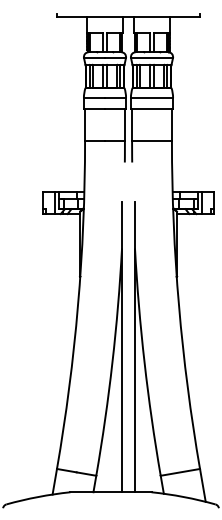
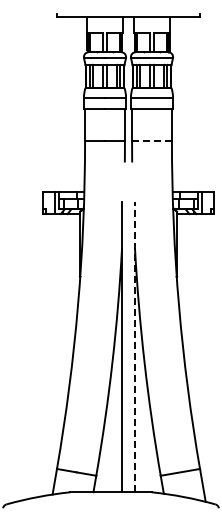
line at (152, 141): solid -> dashed
line at (134, 346): solid -> dashed
